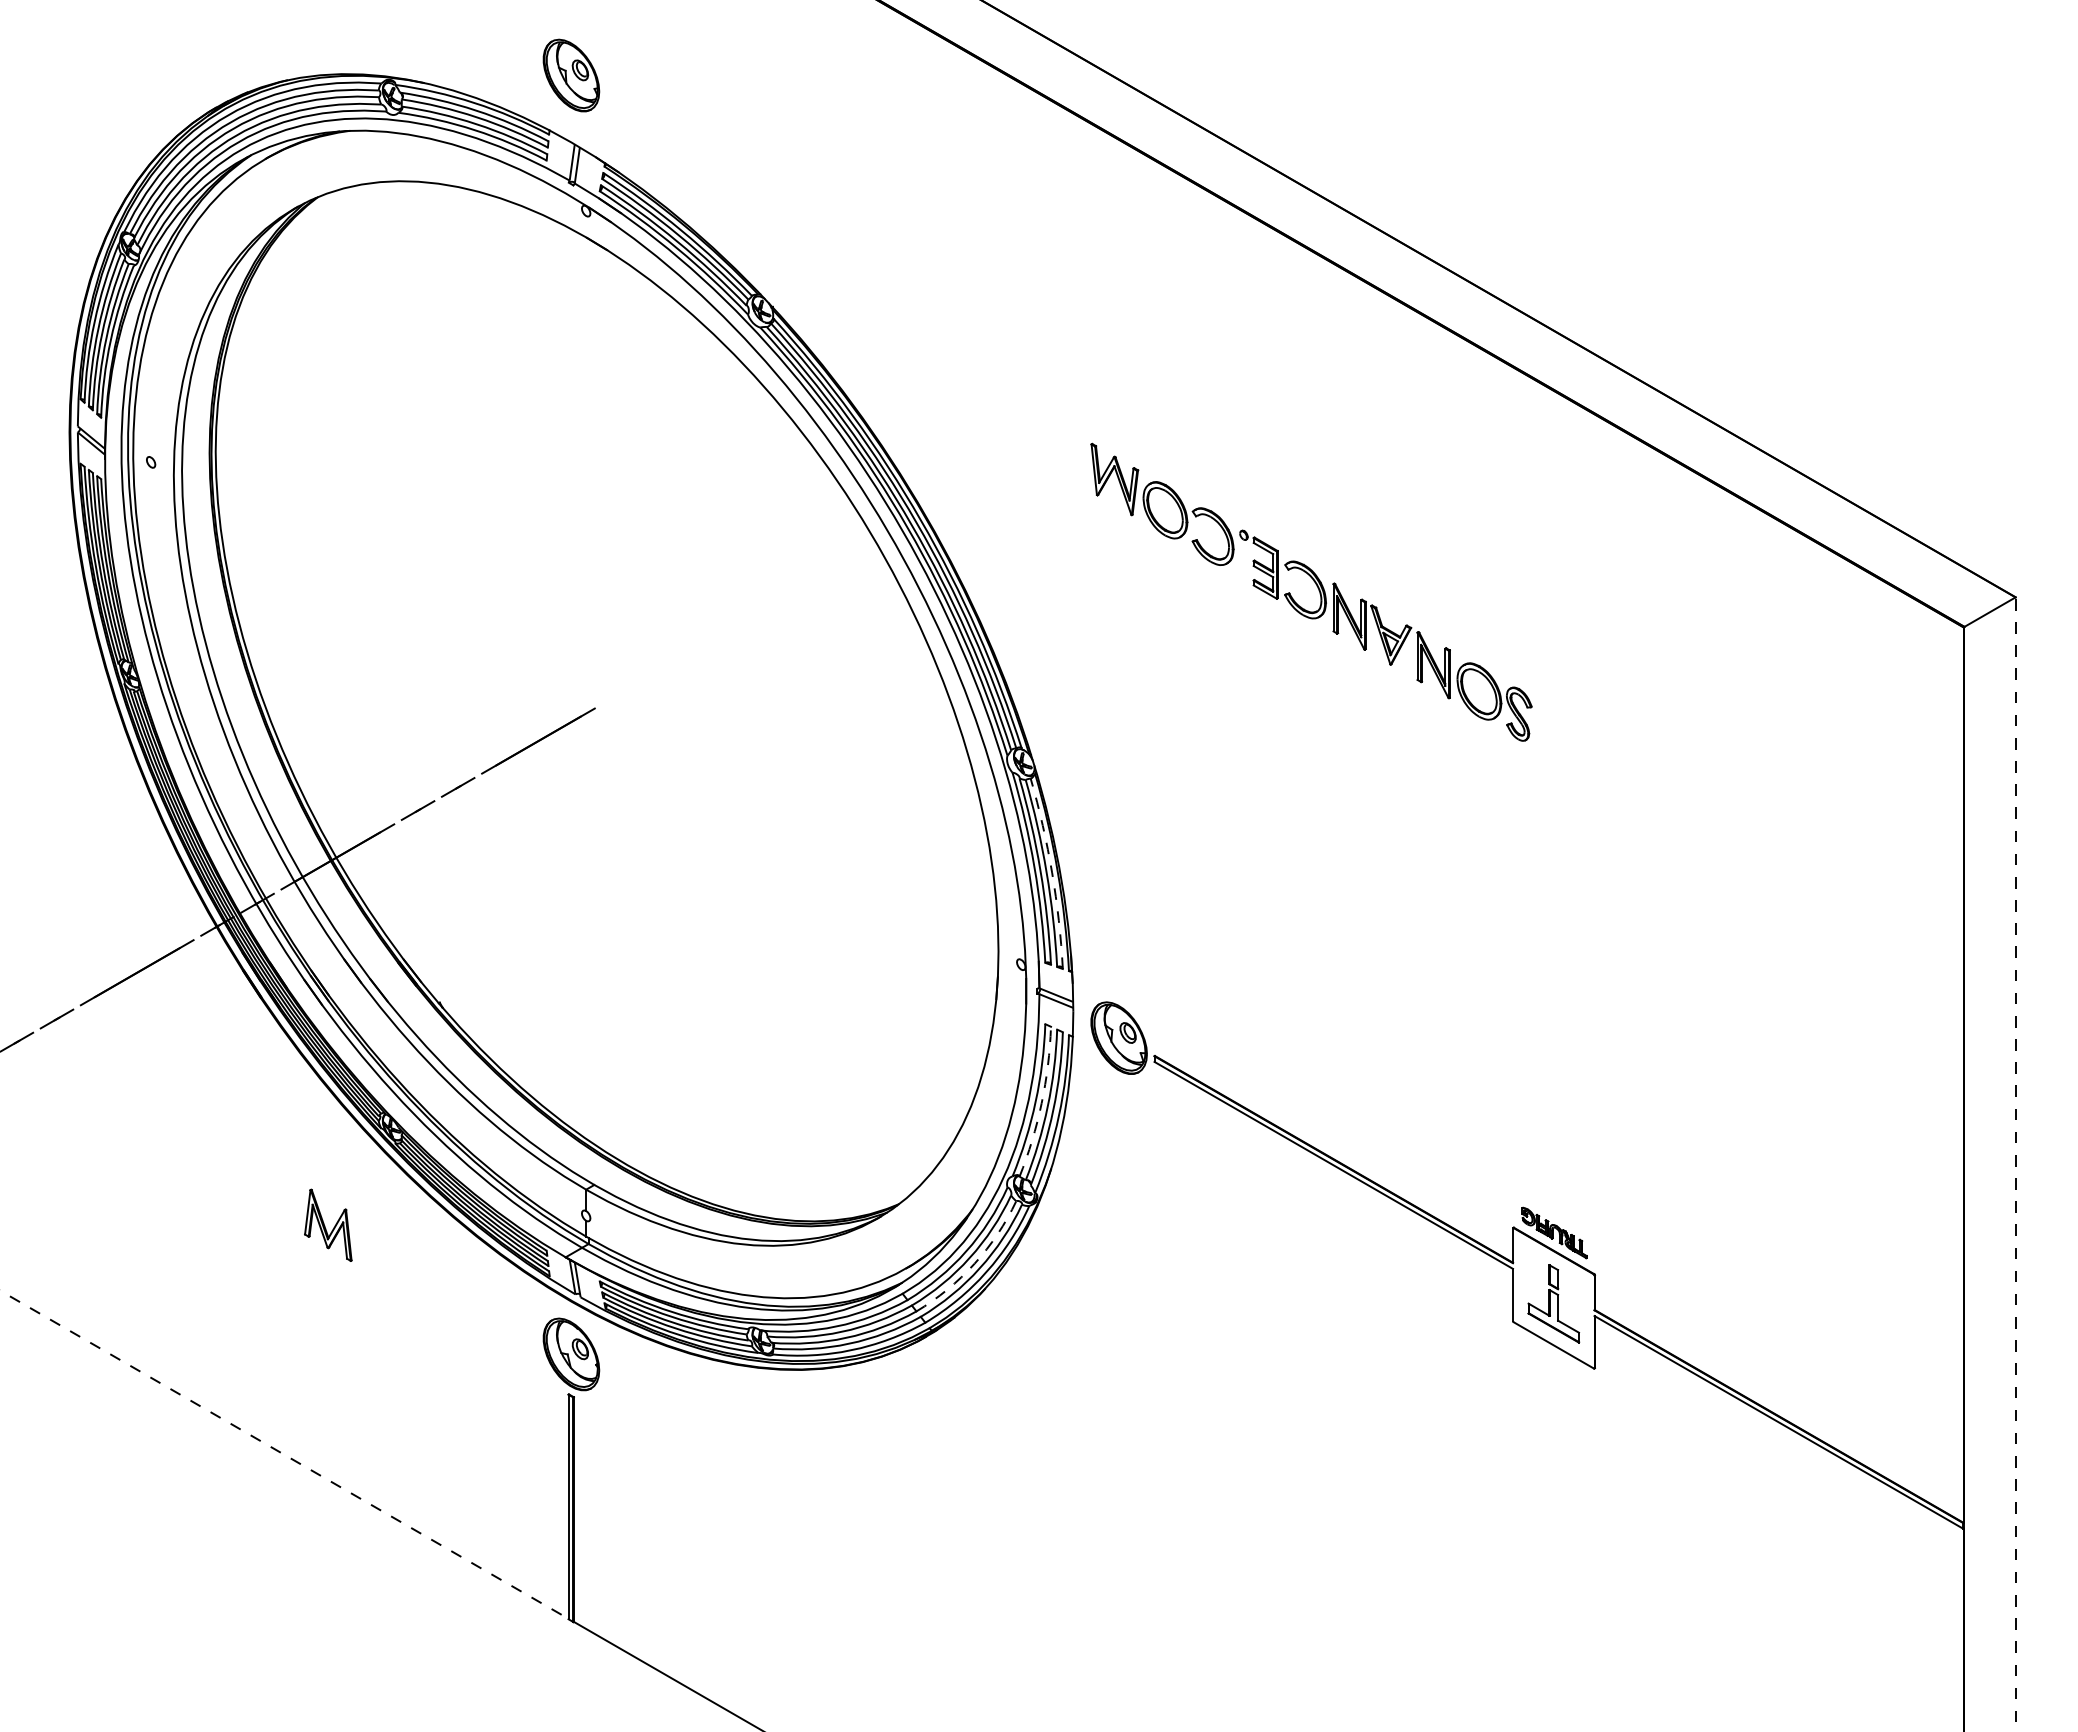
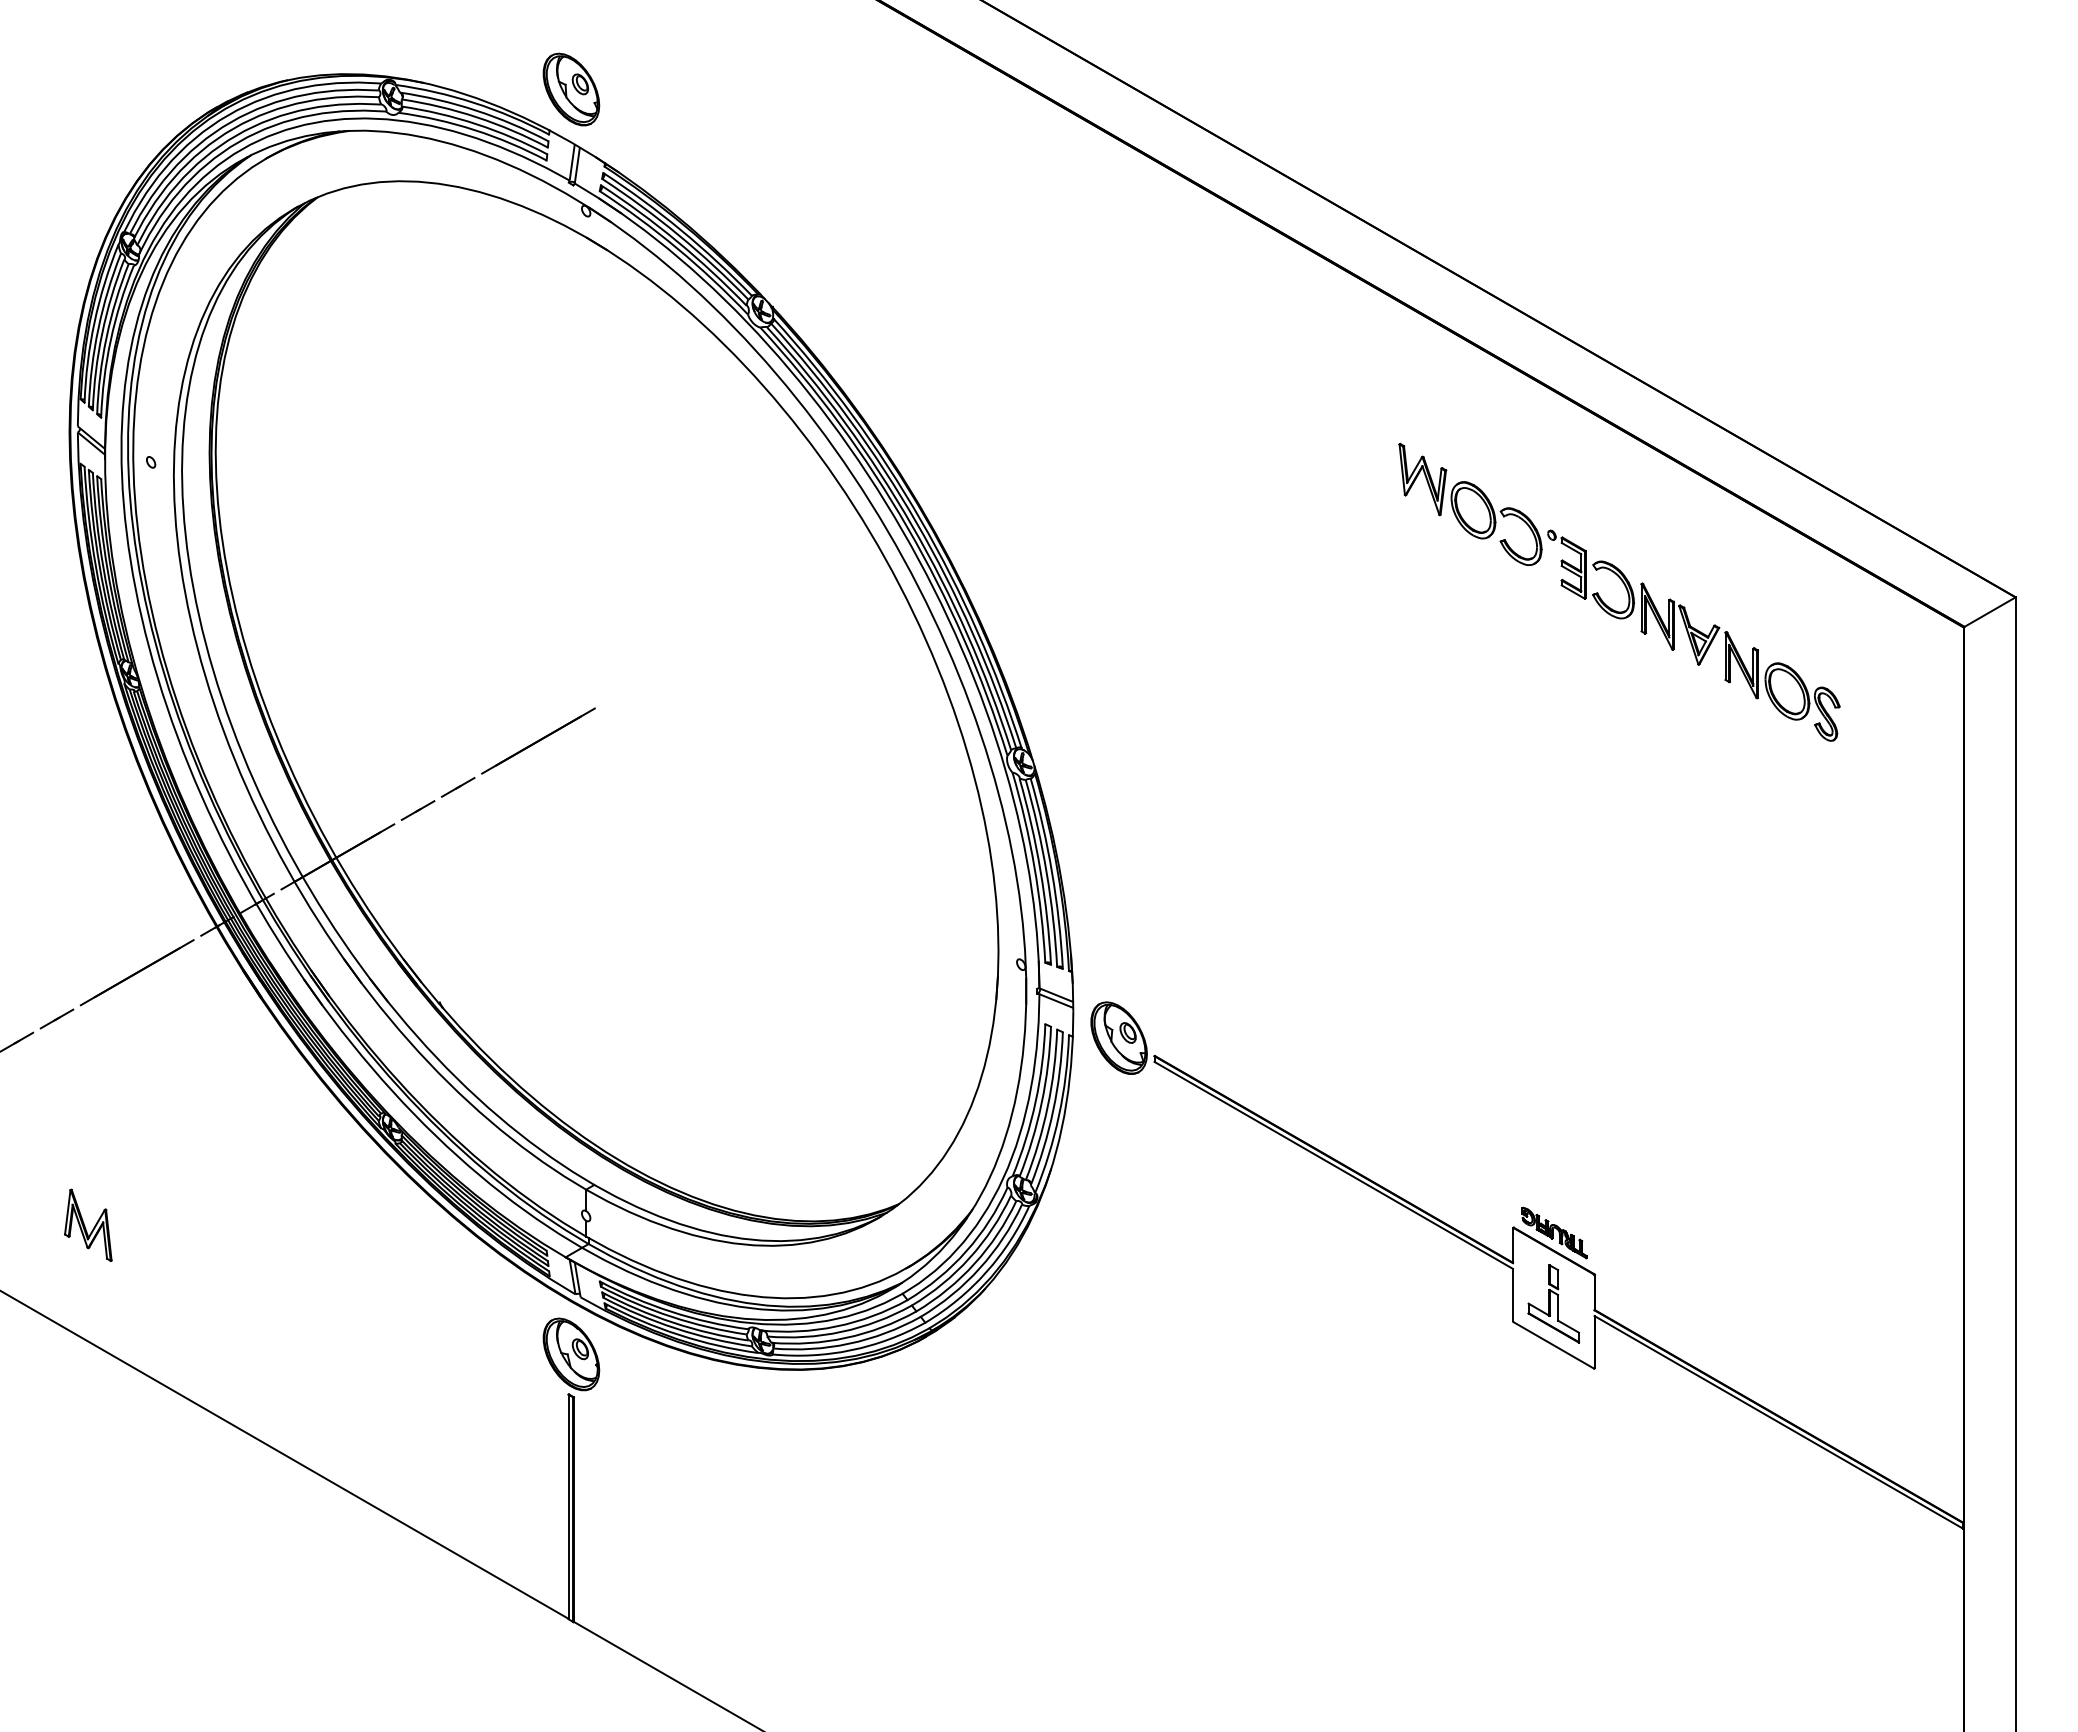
part at (571, 75) position: (571, 75) -> (571, 89)
part at (1317, 588) position: (1317, 588) -> (1625, 588)
arc at (1052, 872): dashed -> solid
arc at (1041, 1103): dashed -> solid
line at (2015, 1164): dashed -> solid
part at (328, 1224) position: (328, 1224) -> (88, 1224)
arc at (974, 1263): dashed -> solid
line at (284, 1454): dashed -> solid
